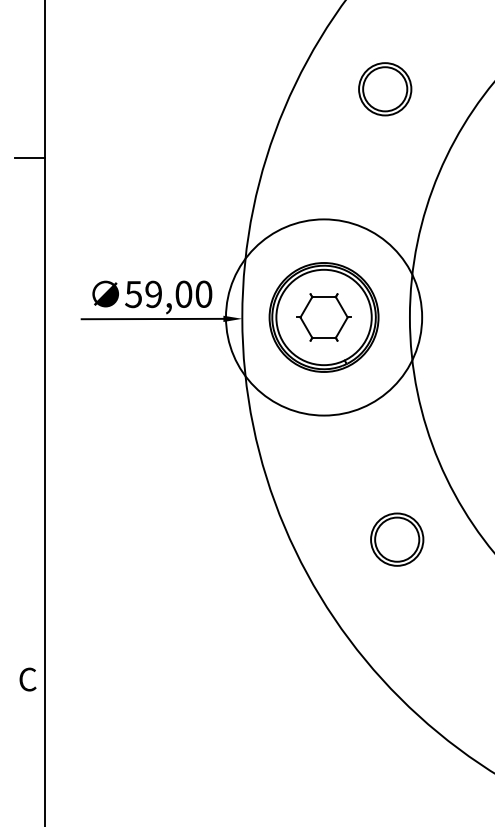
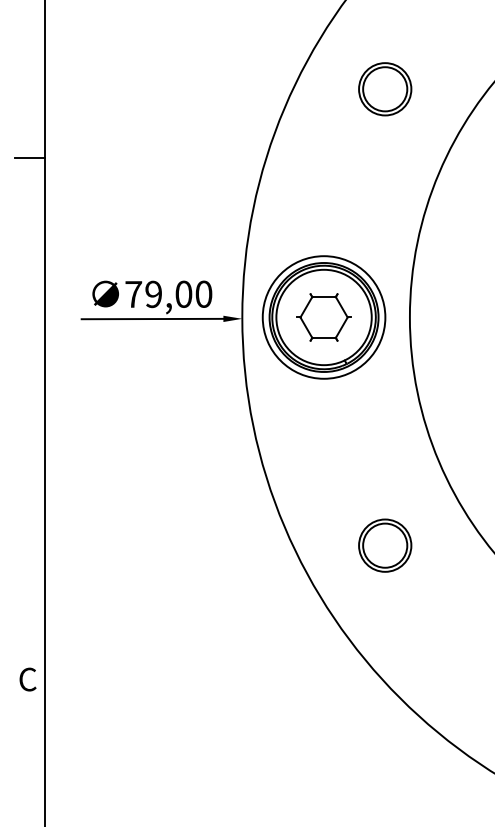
text at (133, 294): 59,00 -> 79,00
circle at (323, 317) diameter: 196 px -> 123 px
part at (397, 539) position: (397, 539) -> (385, 545)
